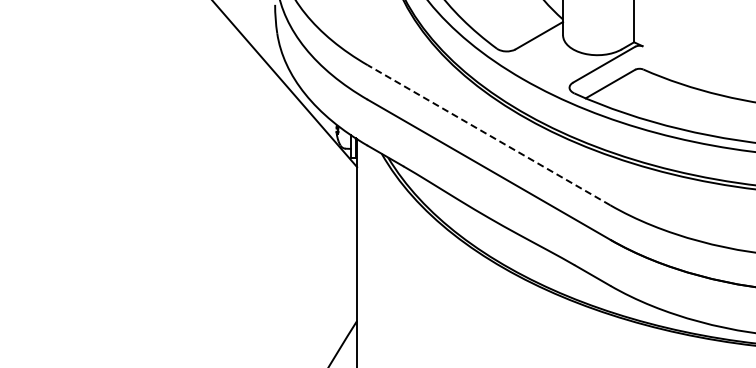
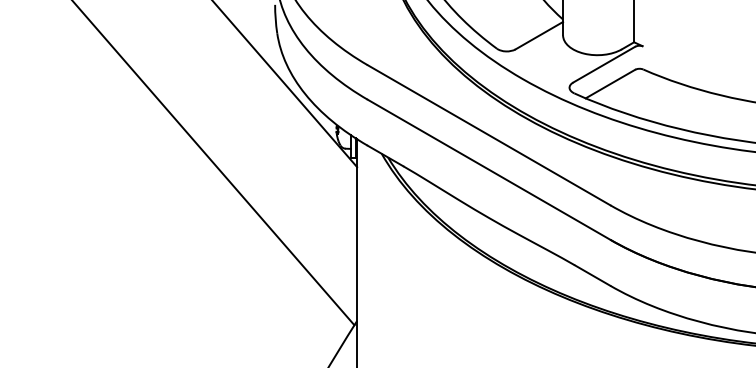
line at (489, 135): dashed -> solid
line at (214, 163): none -> present
